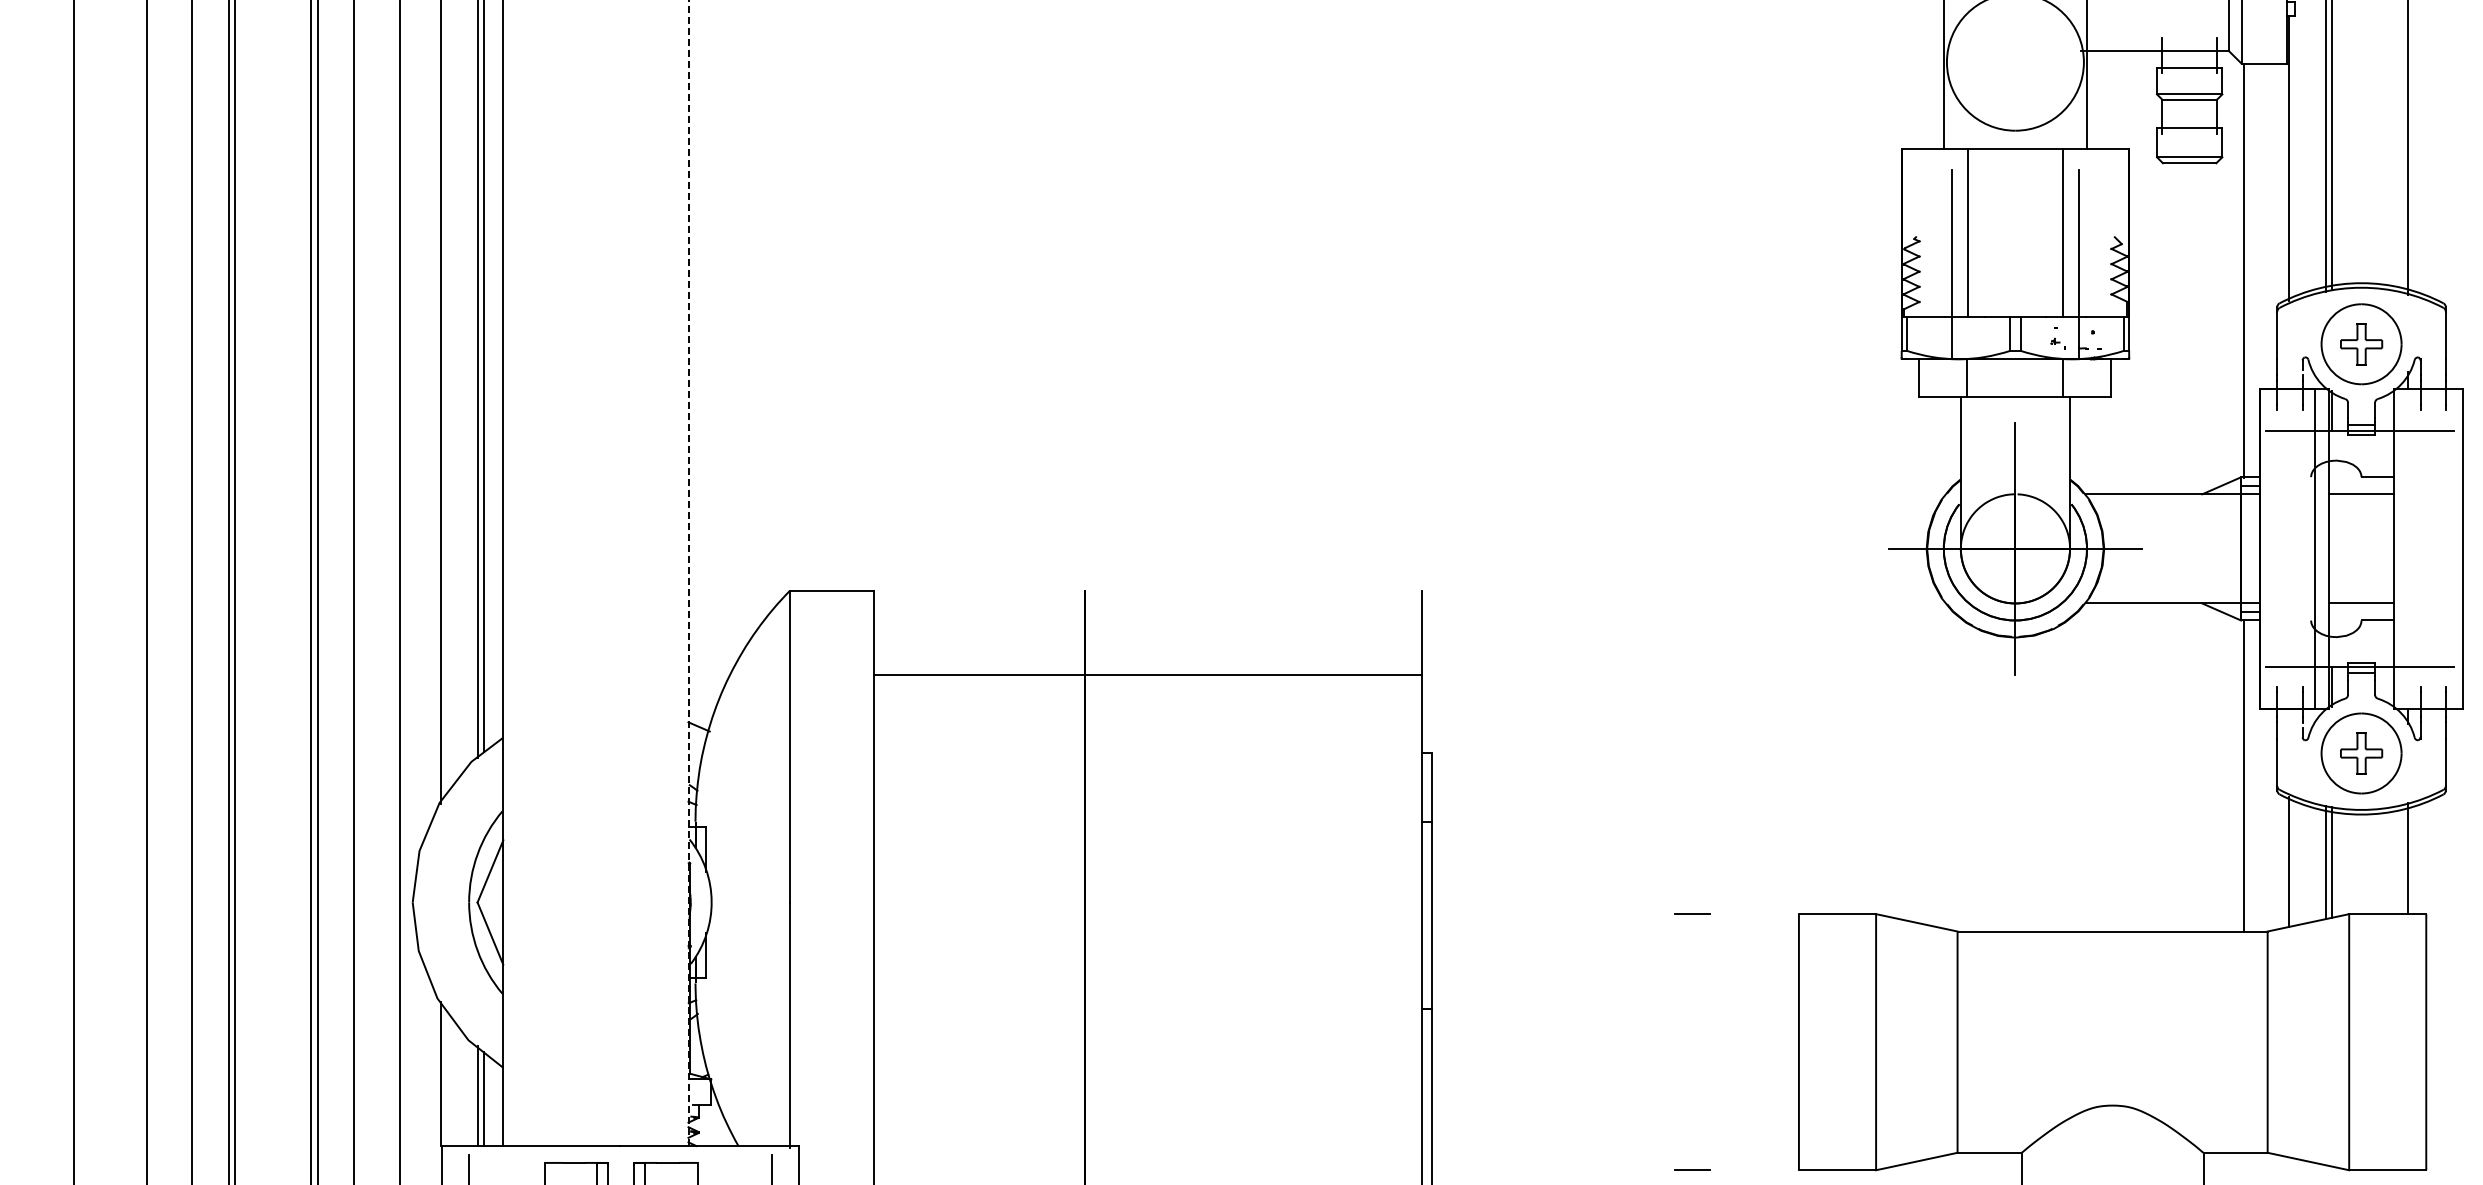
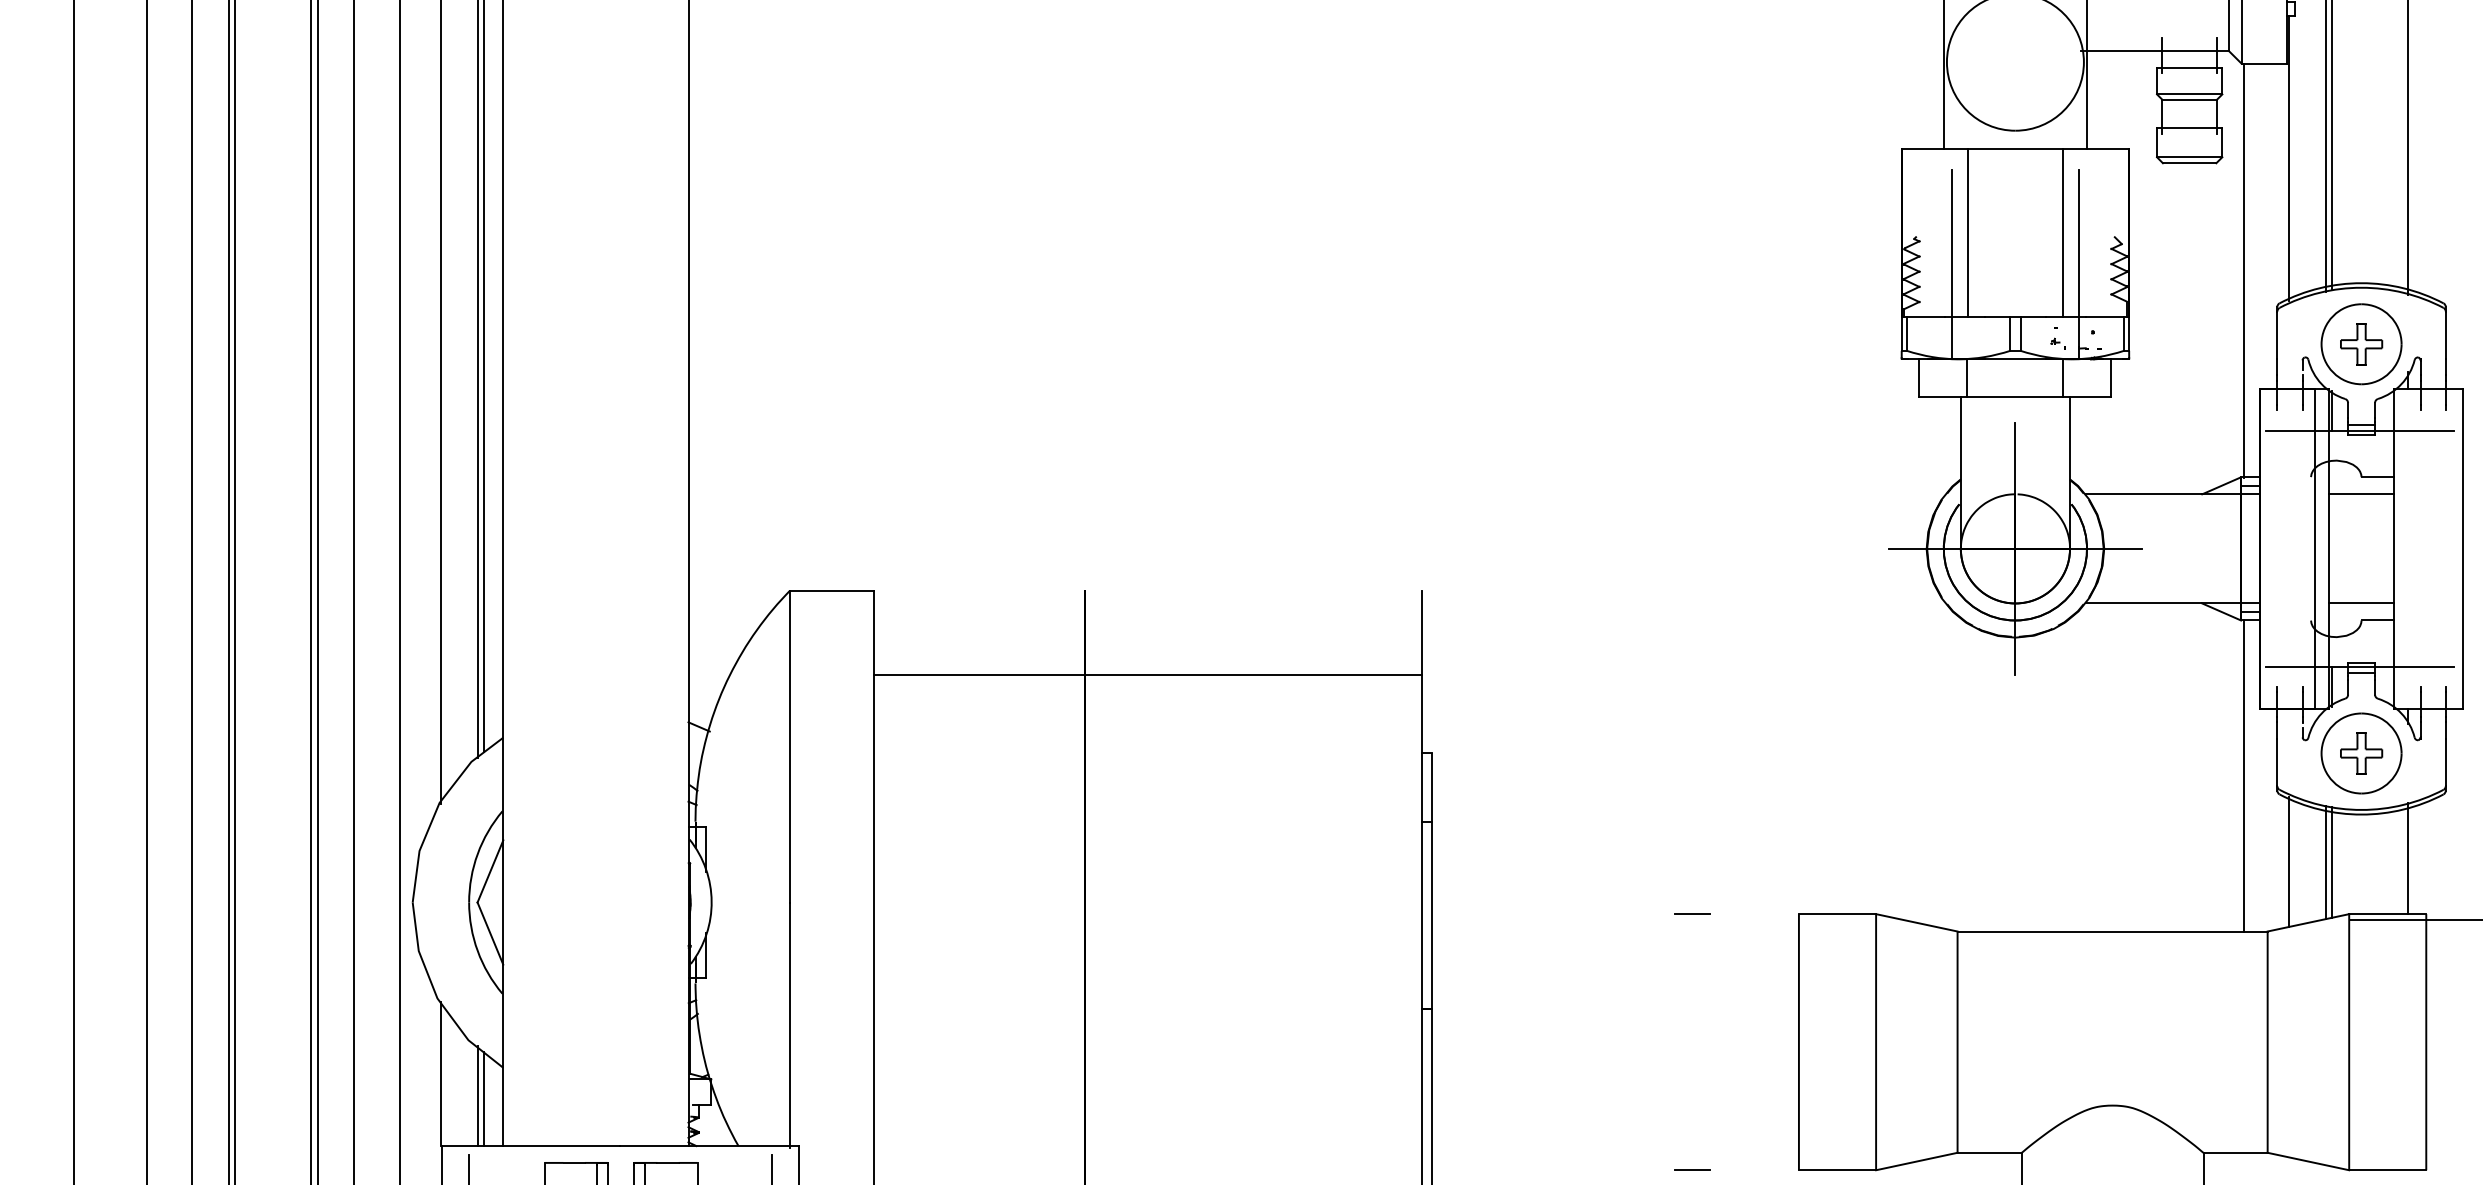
line at (688, 573): dashed -> solid
line at (2414, 920): none -> present
